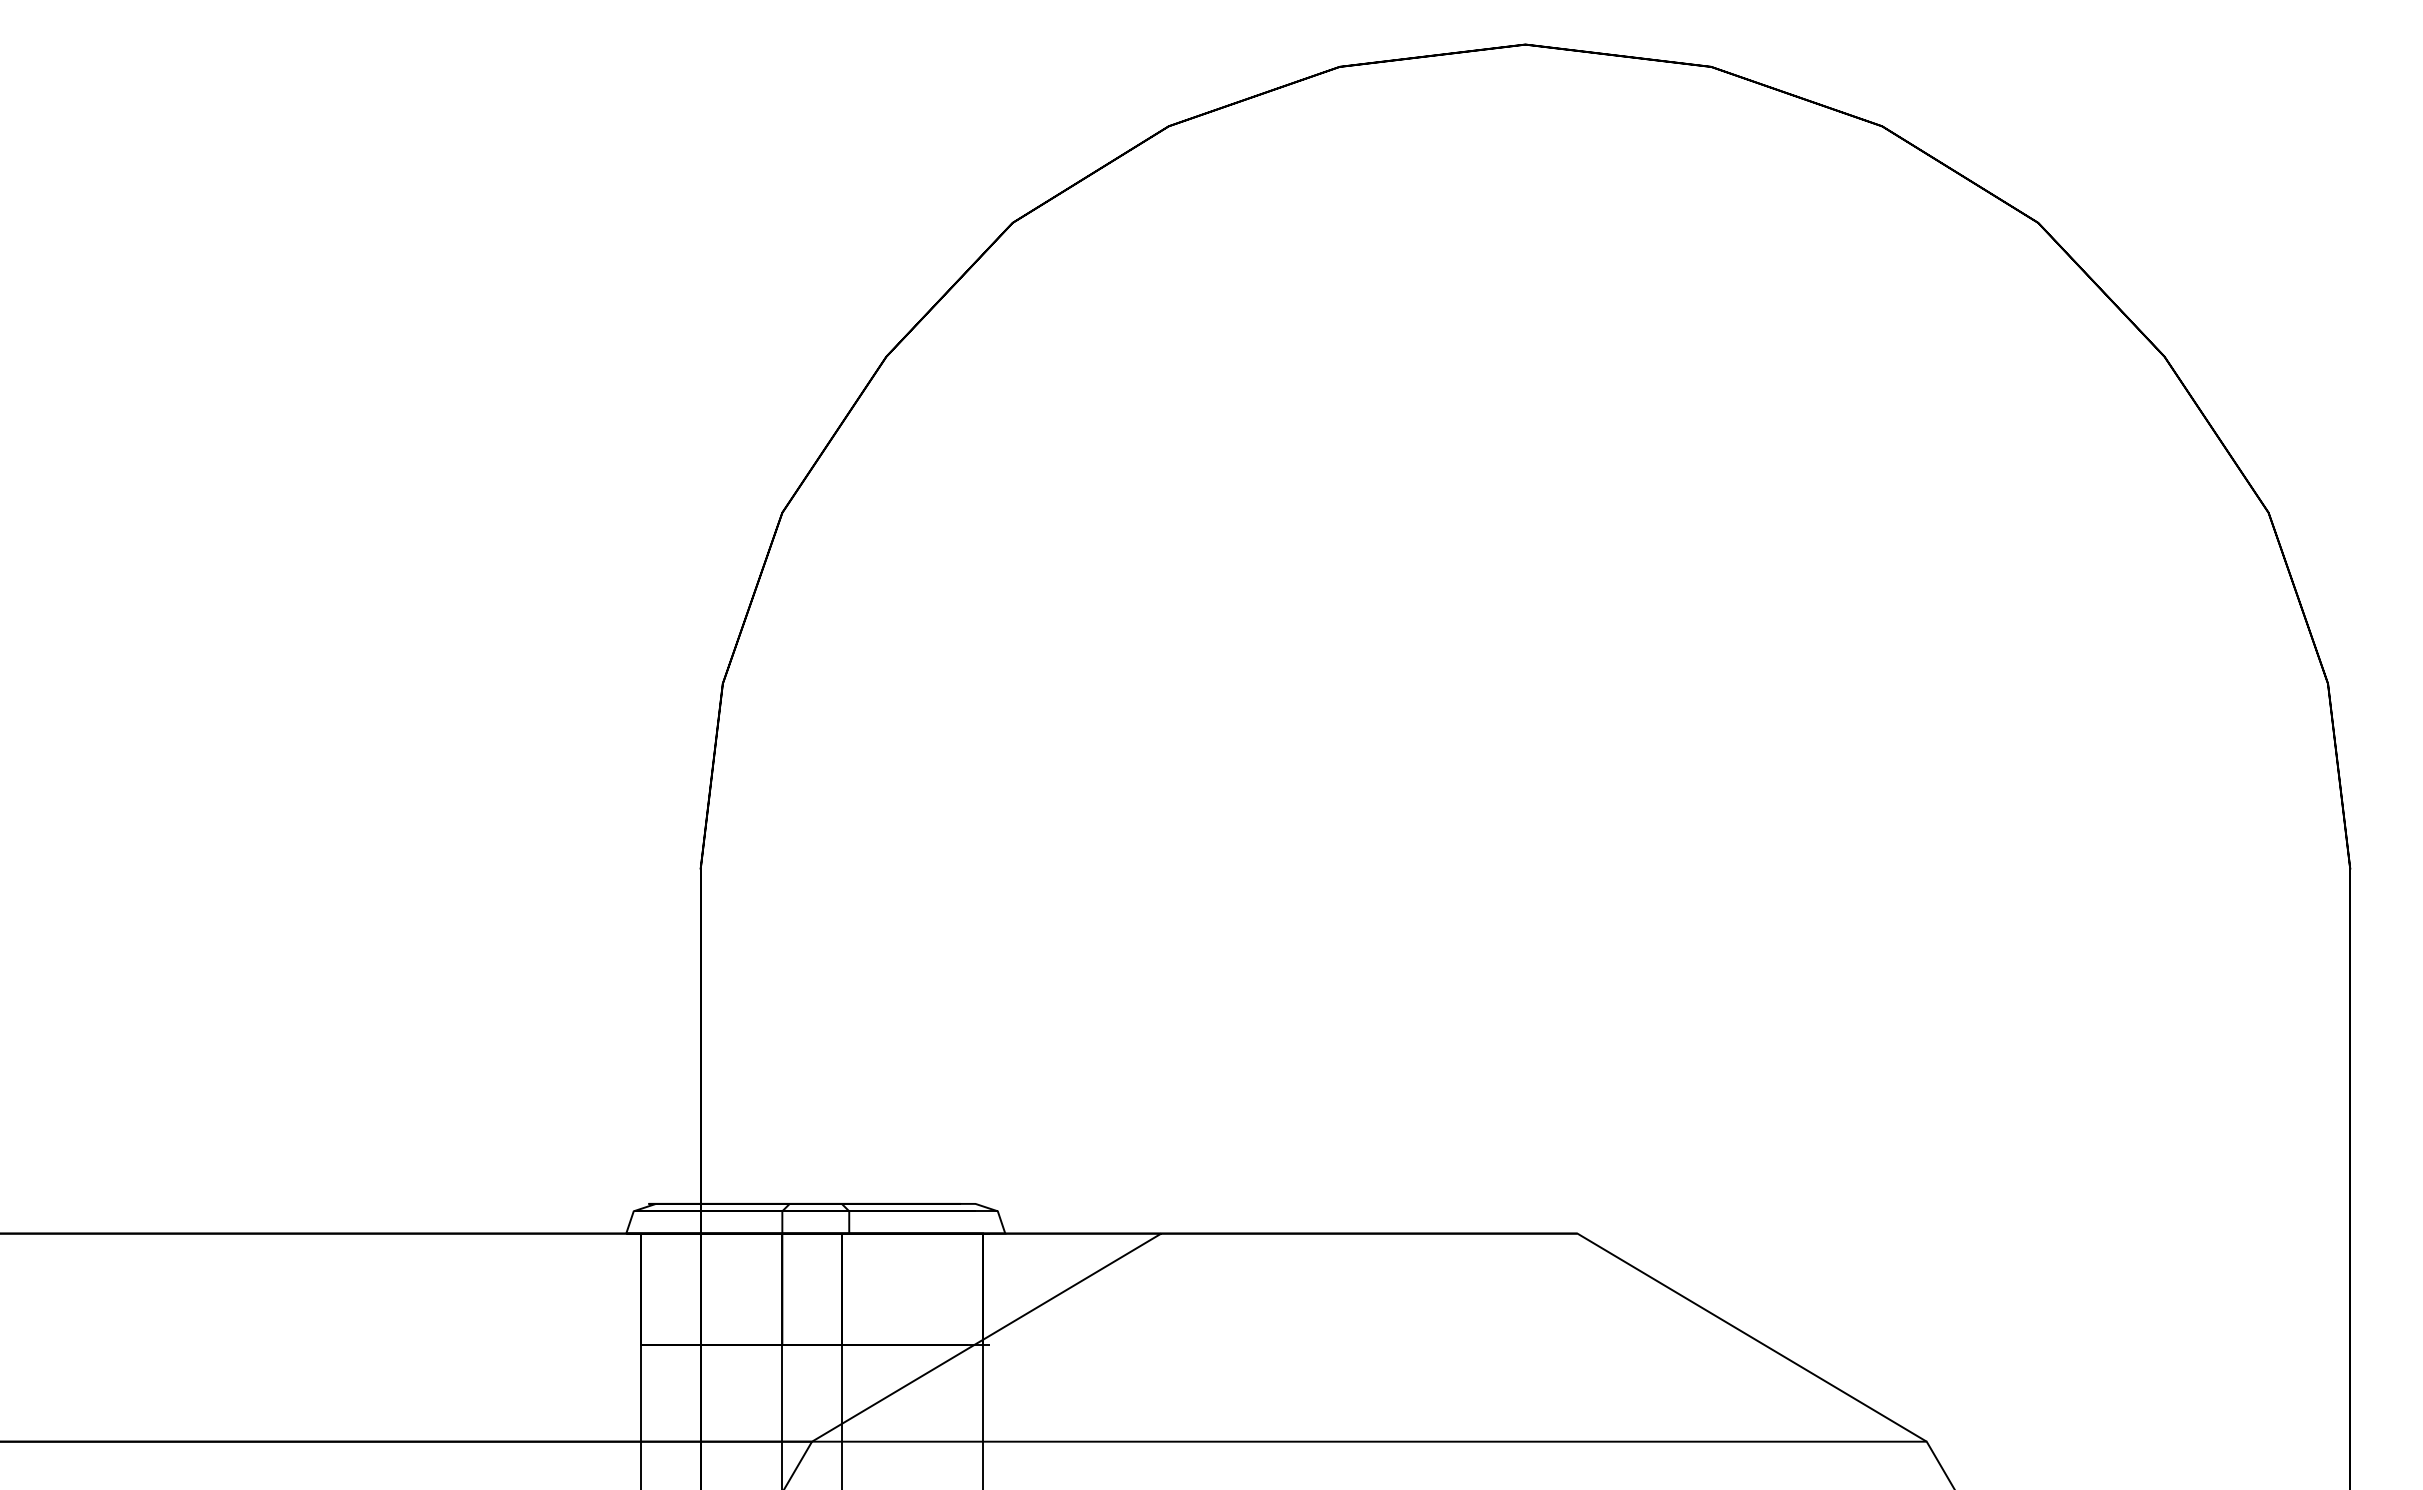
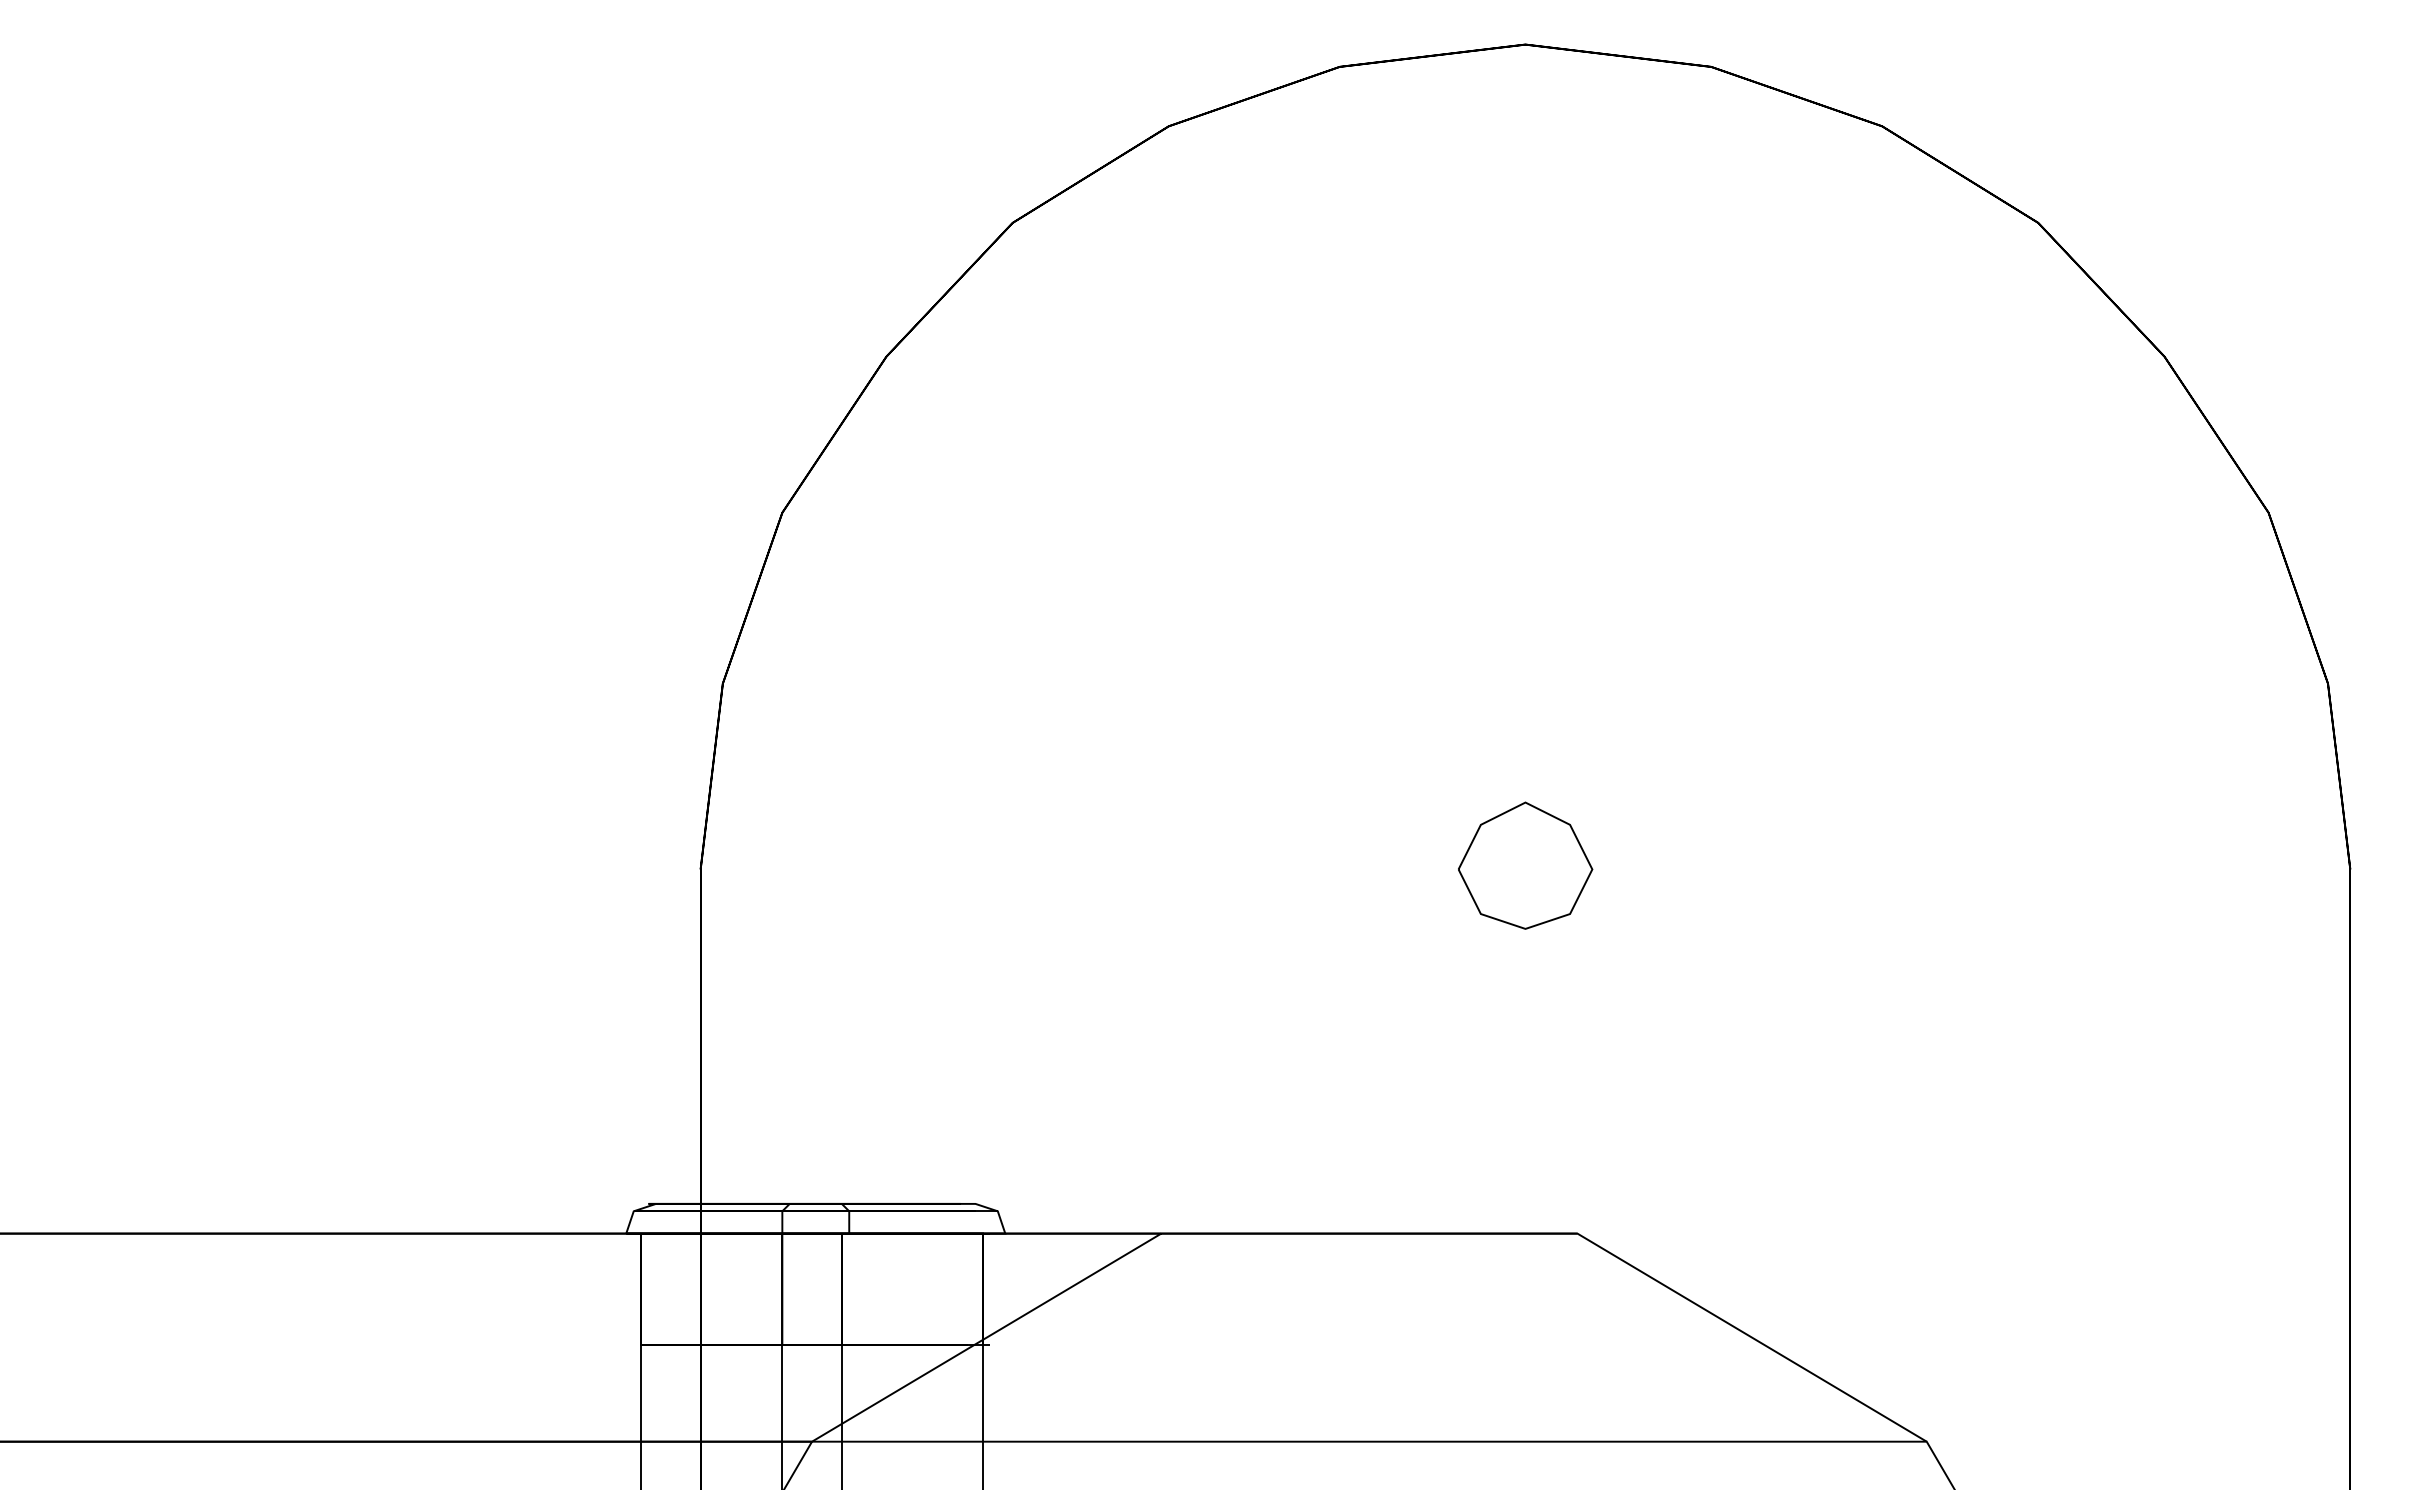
part at (1525, 865): none -> present
